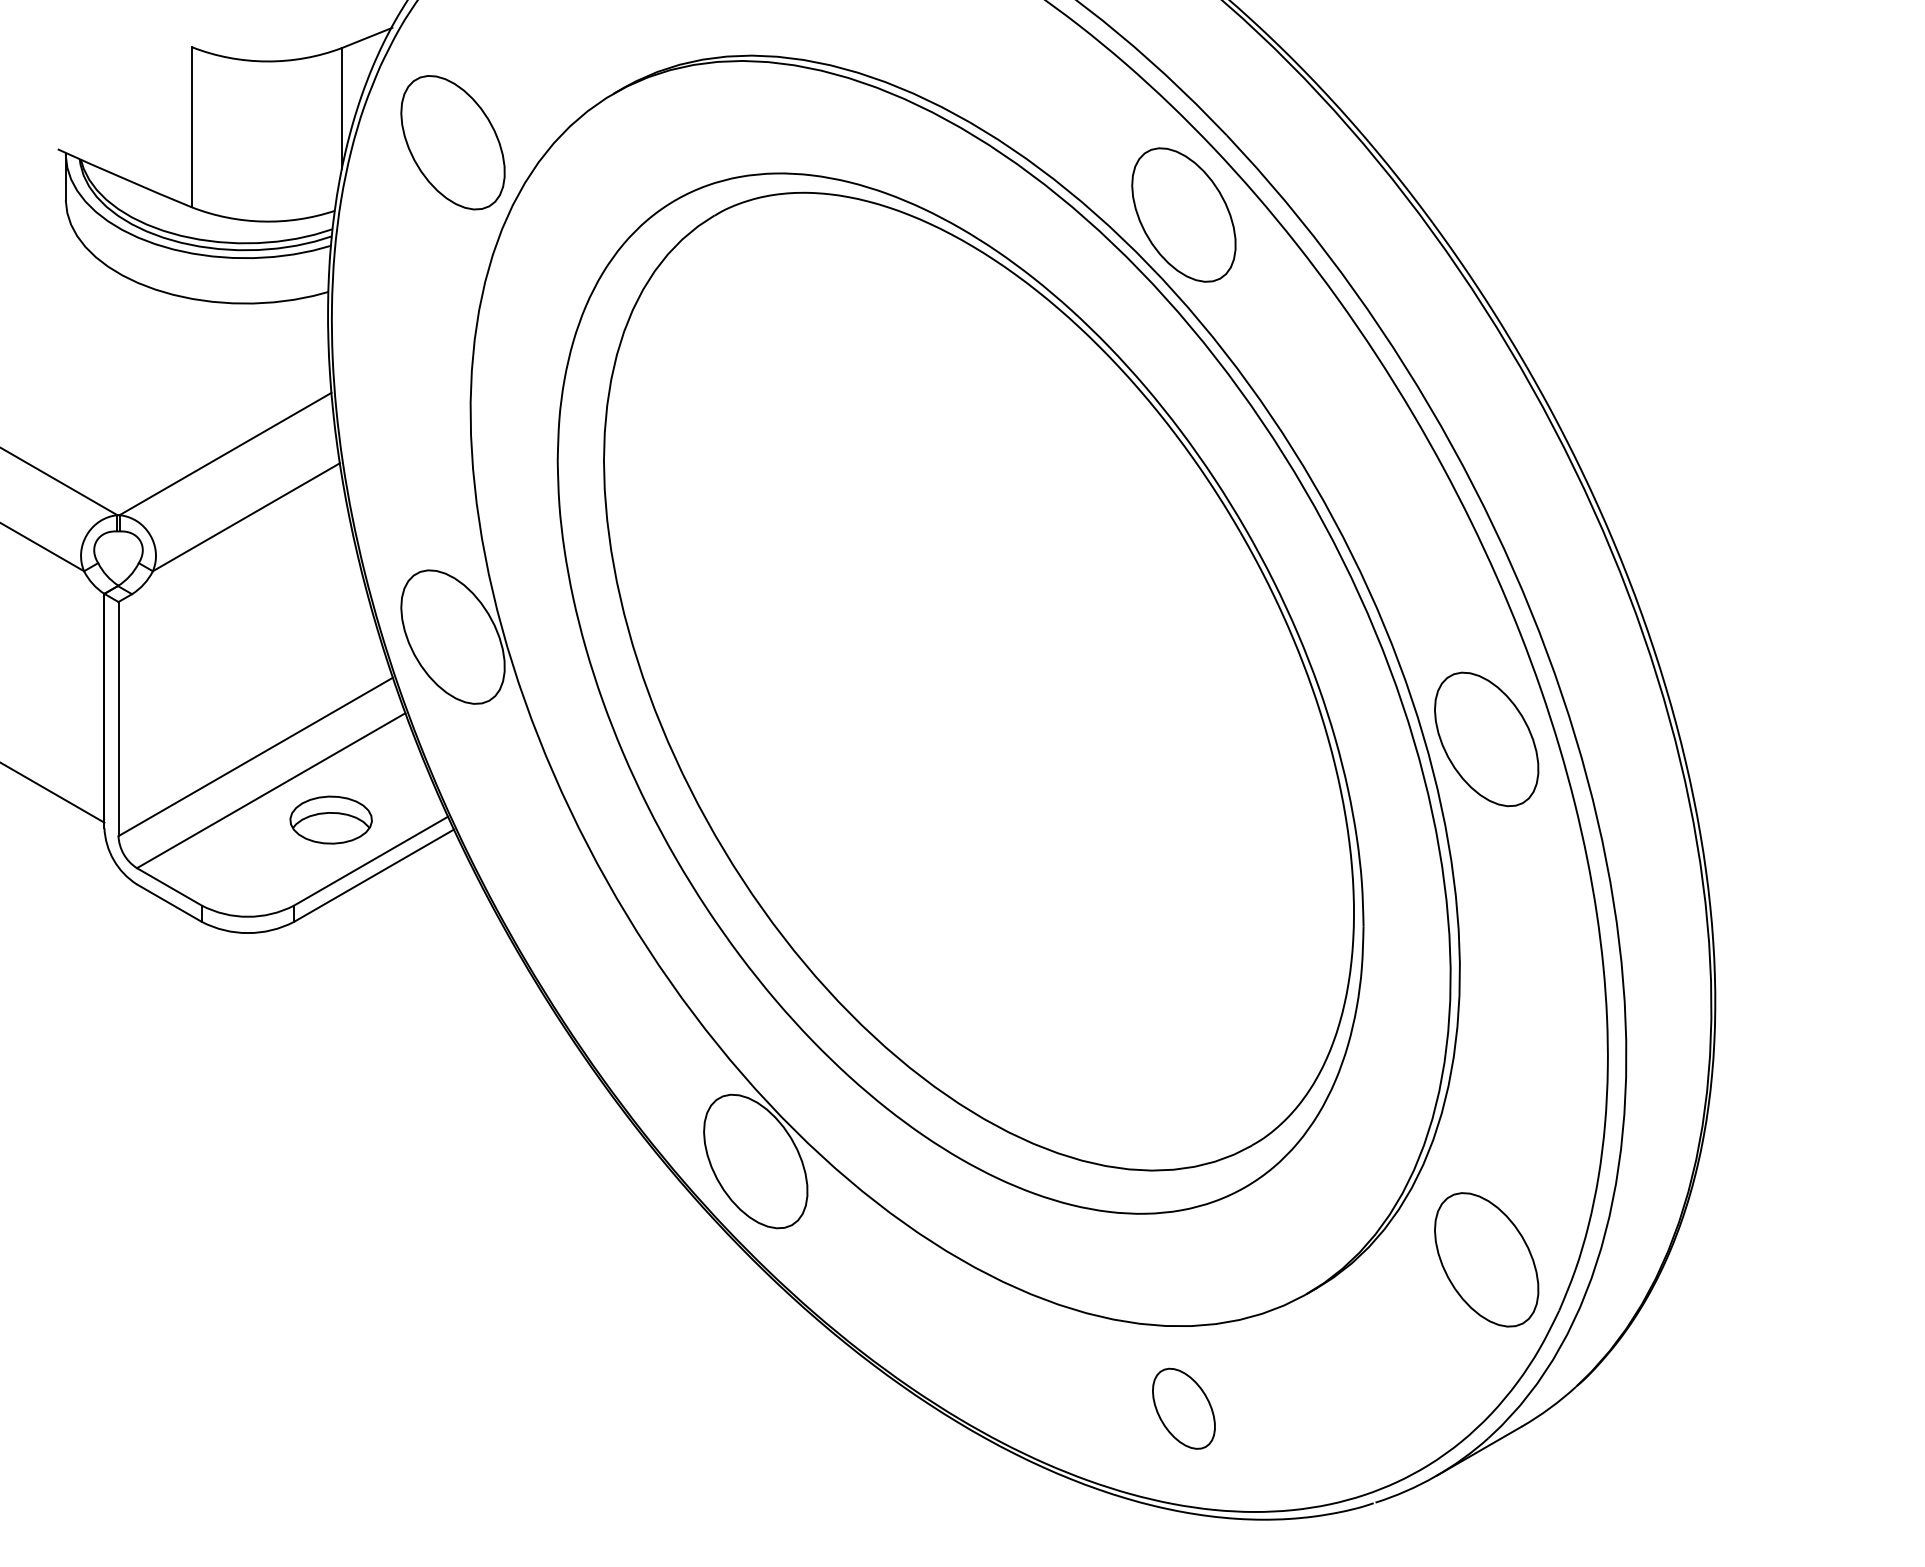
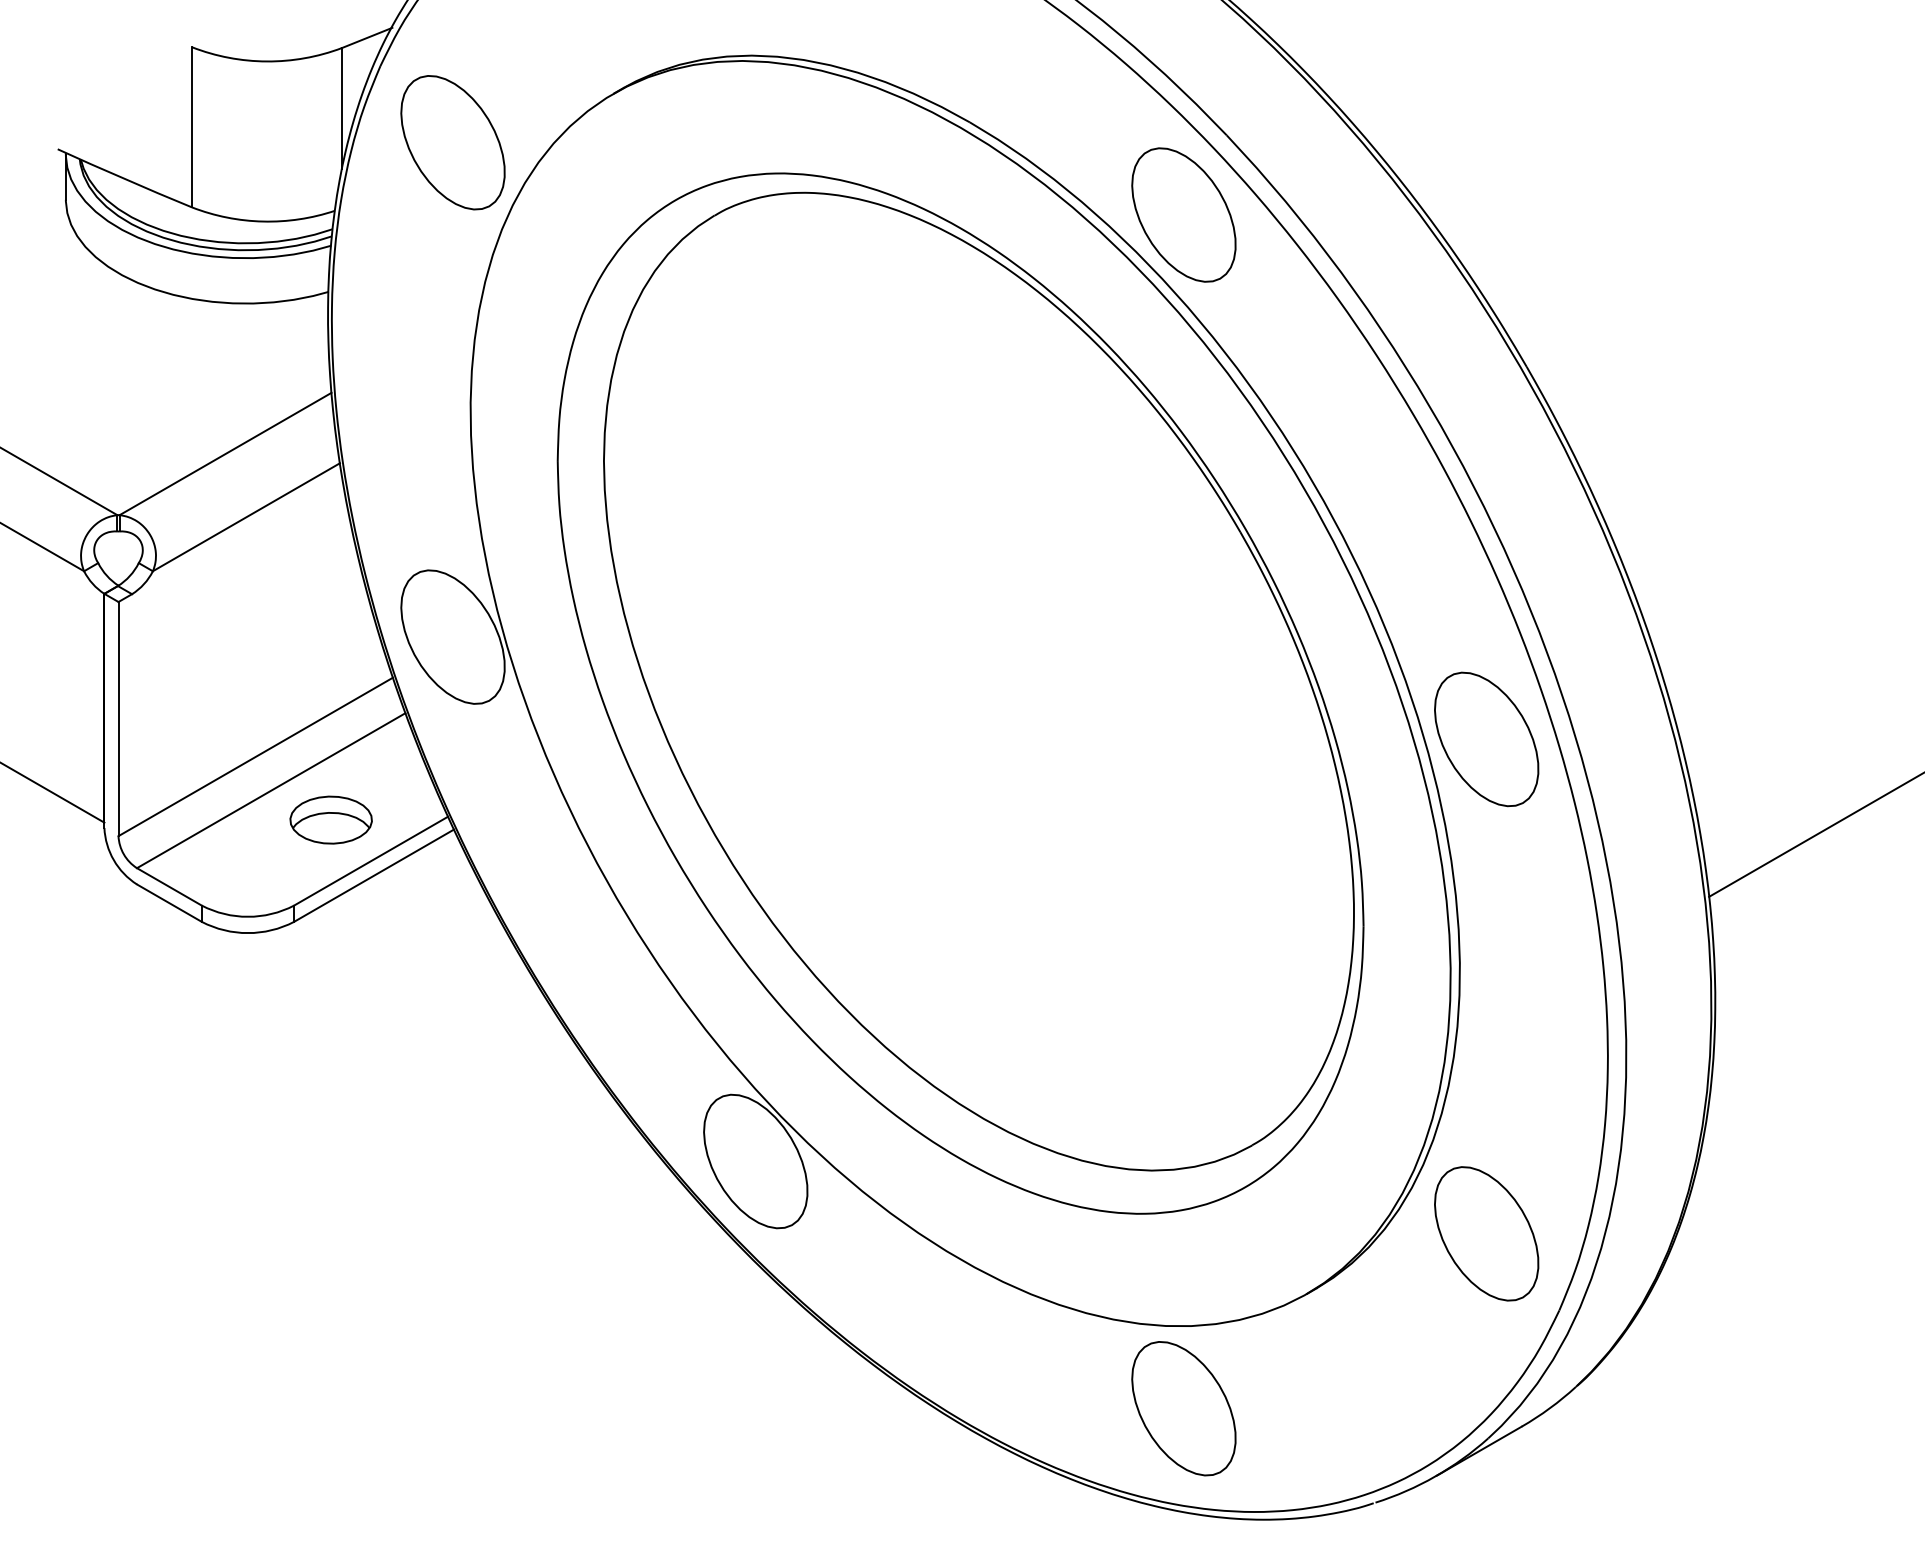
line at (1815, 835): none -> present
part at (1486, 1259) position: (1486, 1259) -> (1486, 1233)
part at (1183, 1408) size: 64x83 px -> 106x136 px
